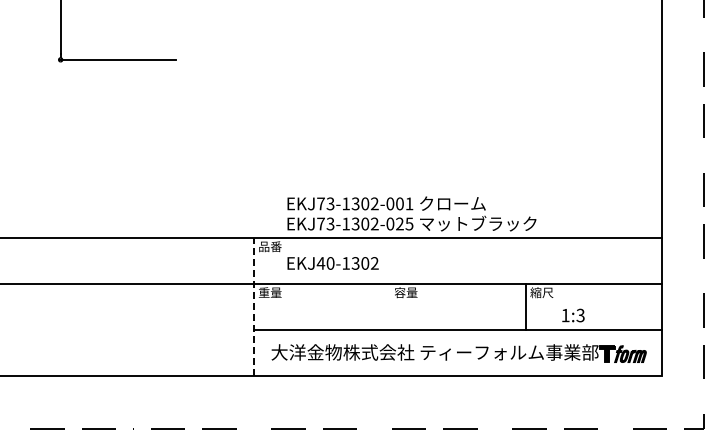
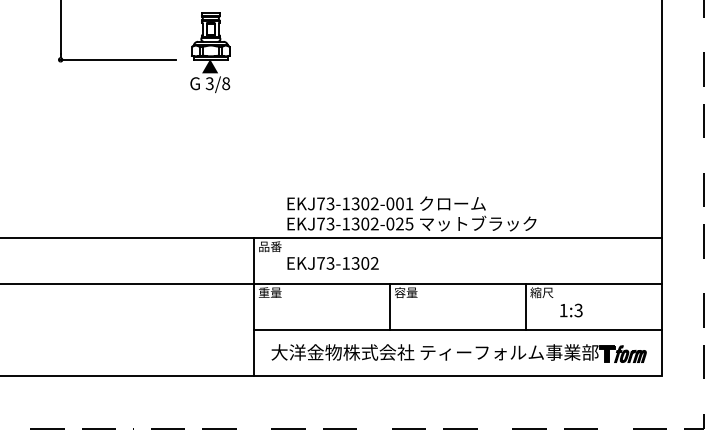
part at (210, 52): none -> present
text at (325, 263): EKJ40-1302 -> EKJ73-1302
line at (254, 306): dashed -> solid
line at (390, 306): none -> present
text at (573, 315) position: (573, 315) -> (571, 310)
